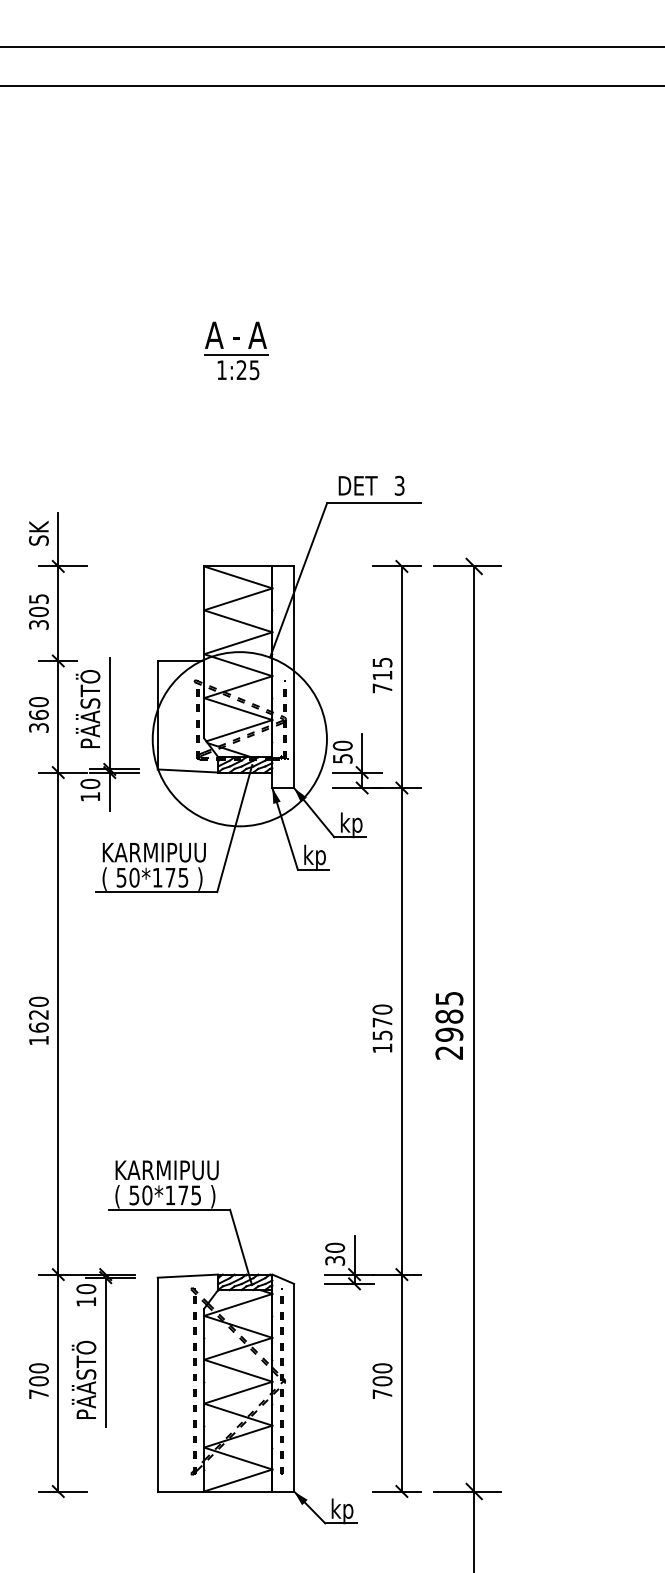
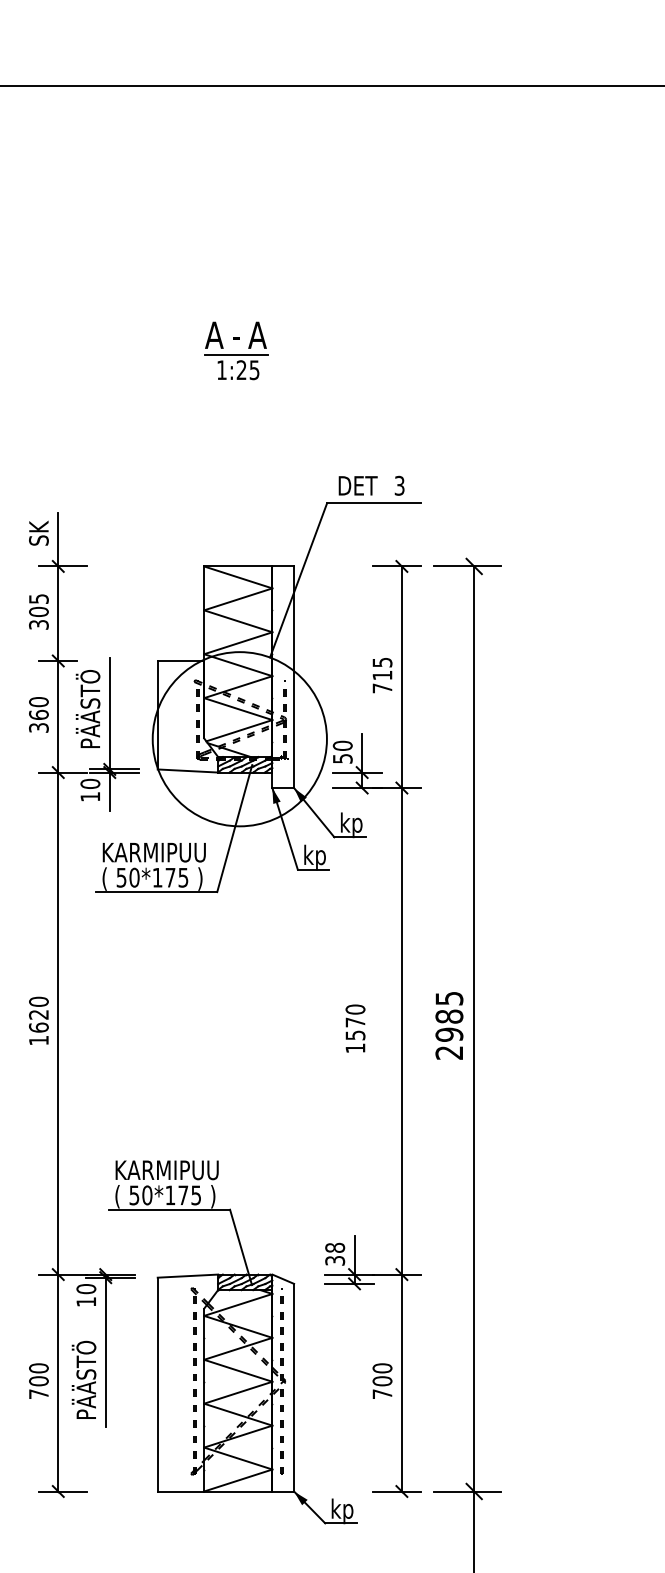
line at (331, 47): present -> none
text at (382, 1028) position: (382, 1028) -> (355, 1028)
text at (334, 1247): 30 -> 38
